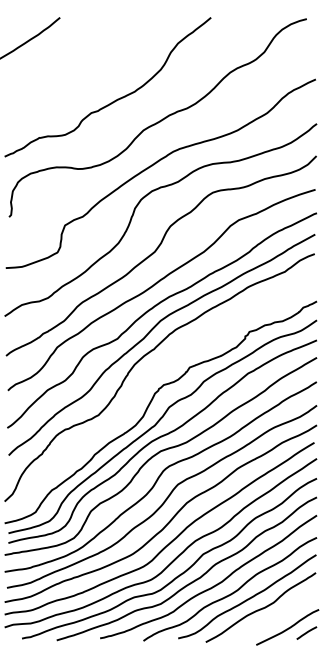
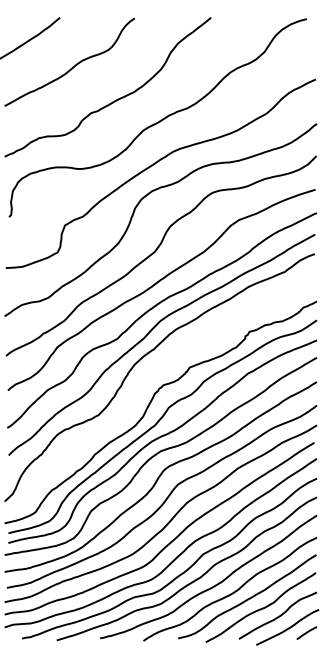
curve at (72, 66): none -> present
curve at (277, 616): none -> present
